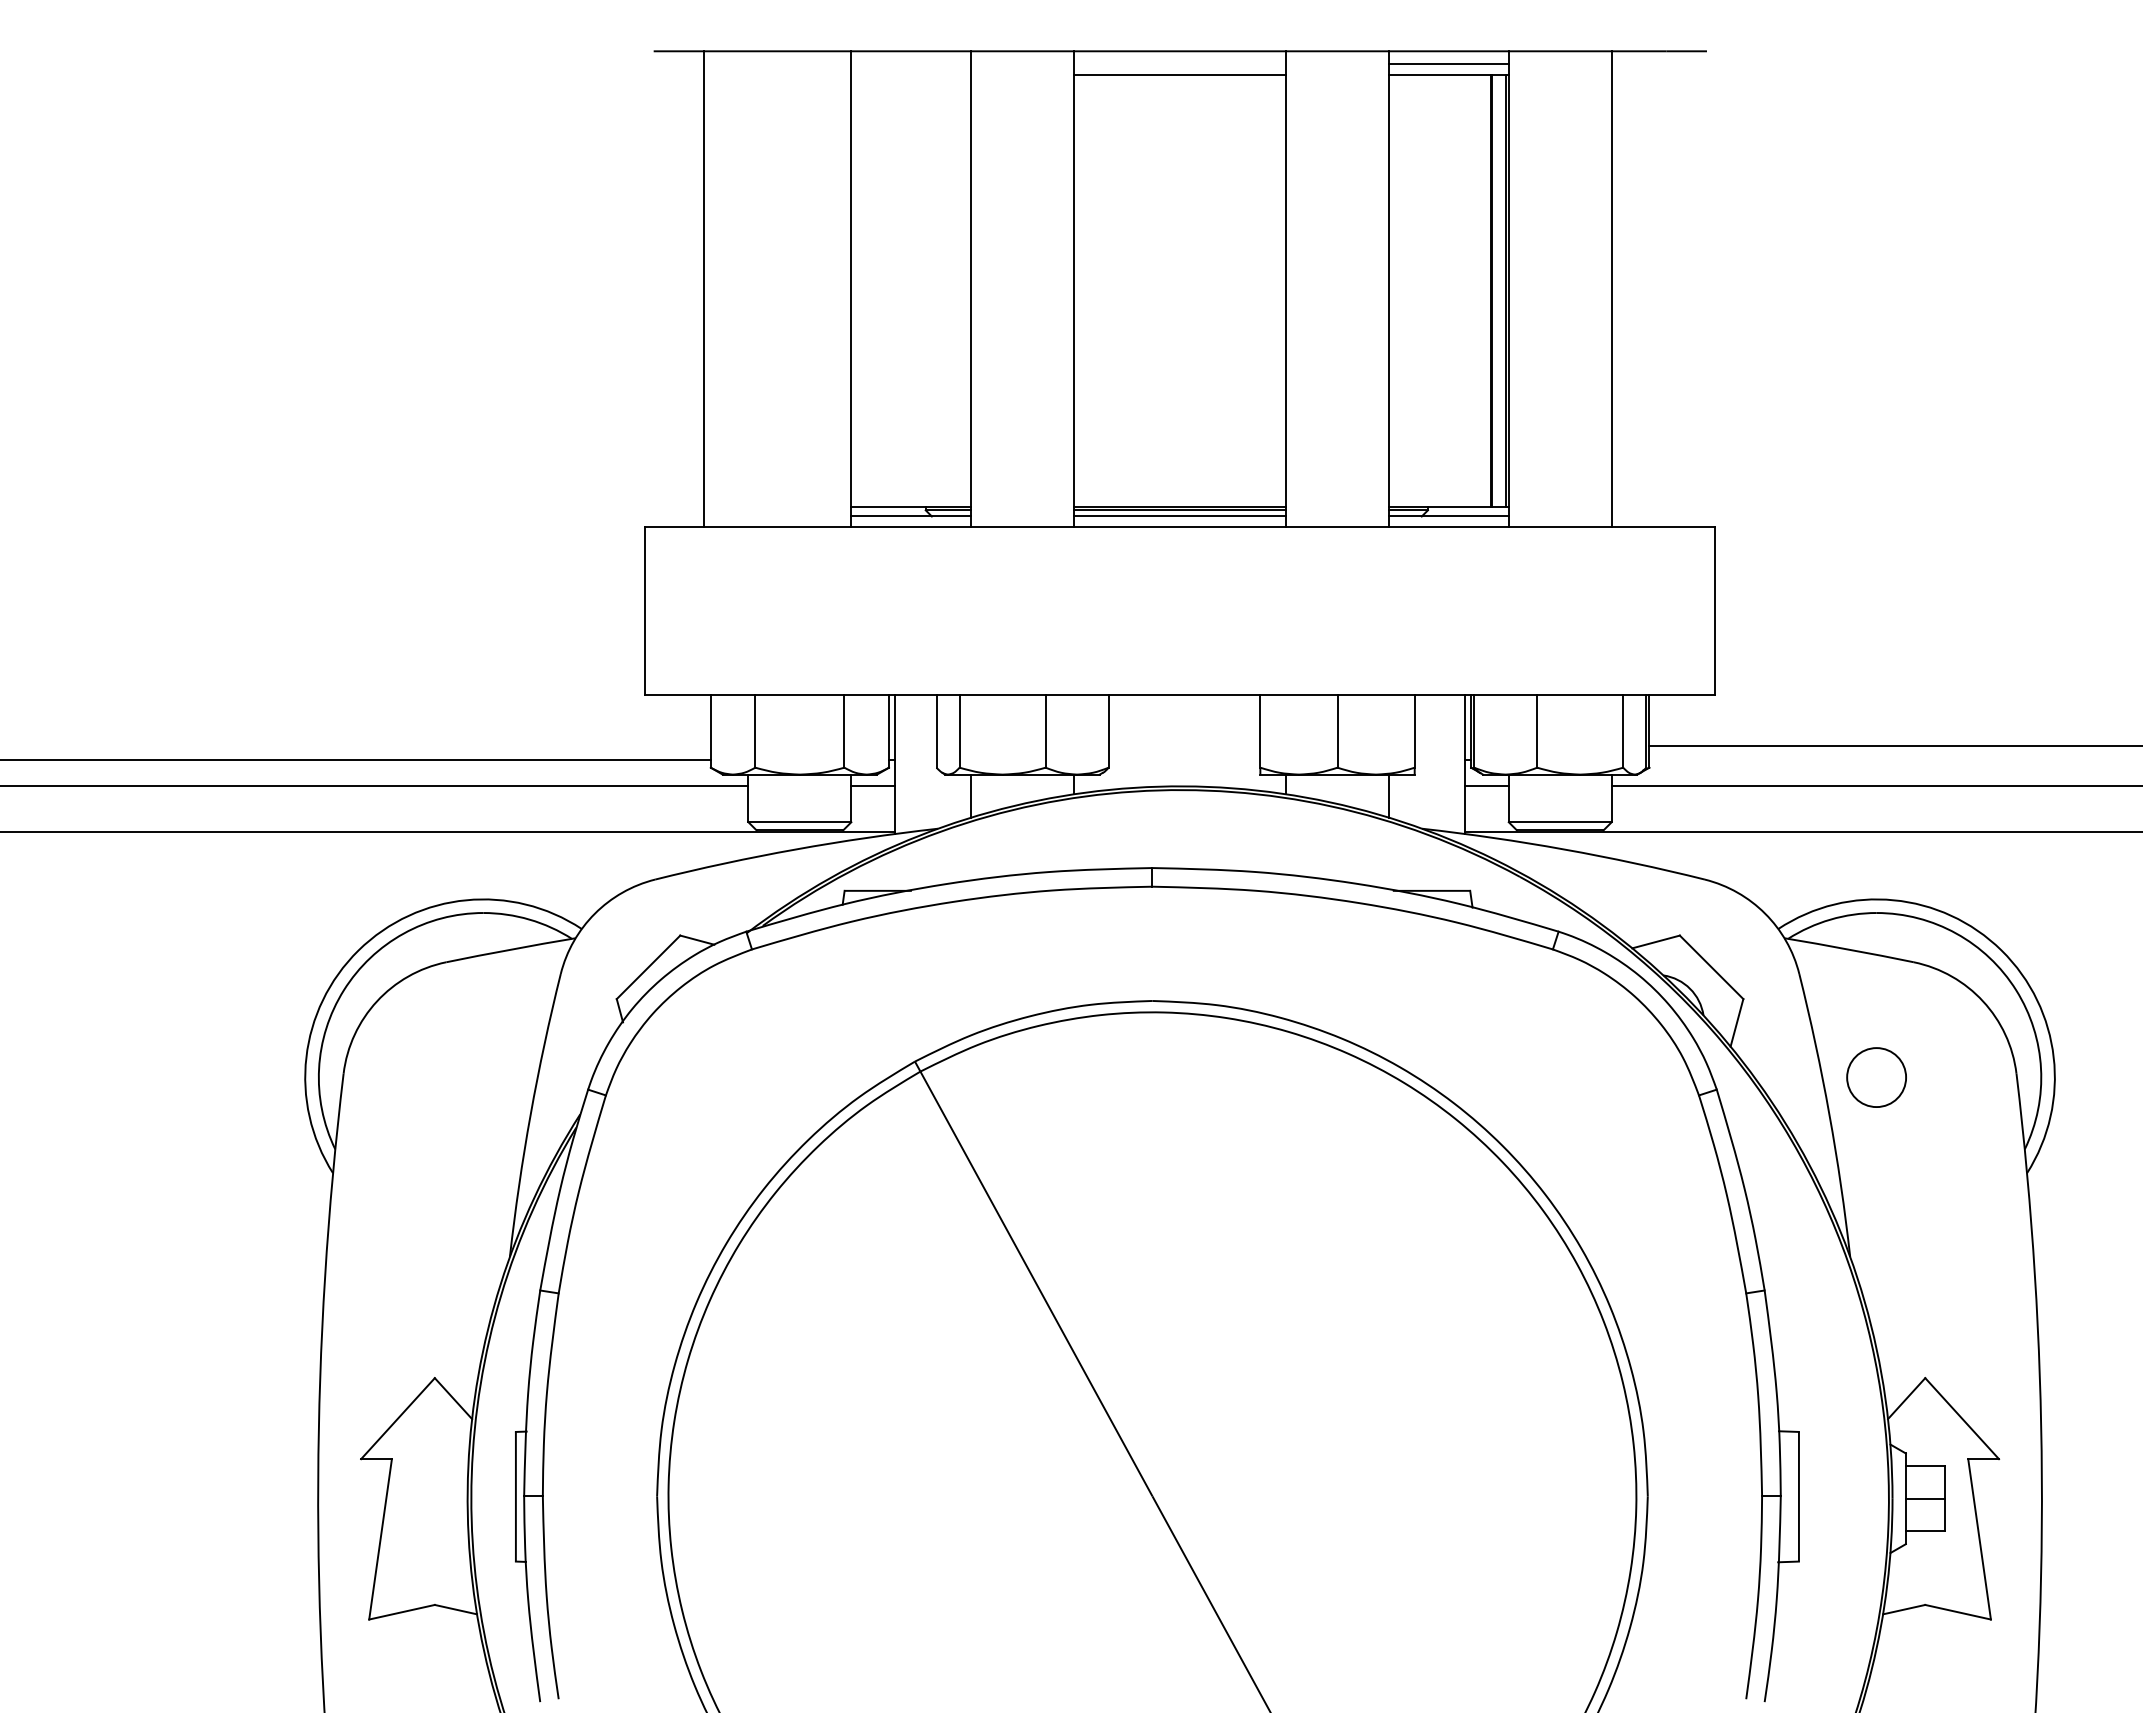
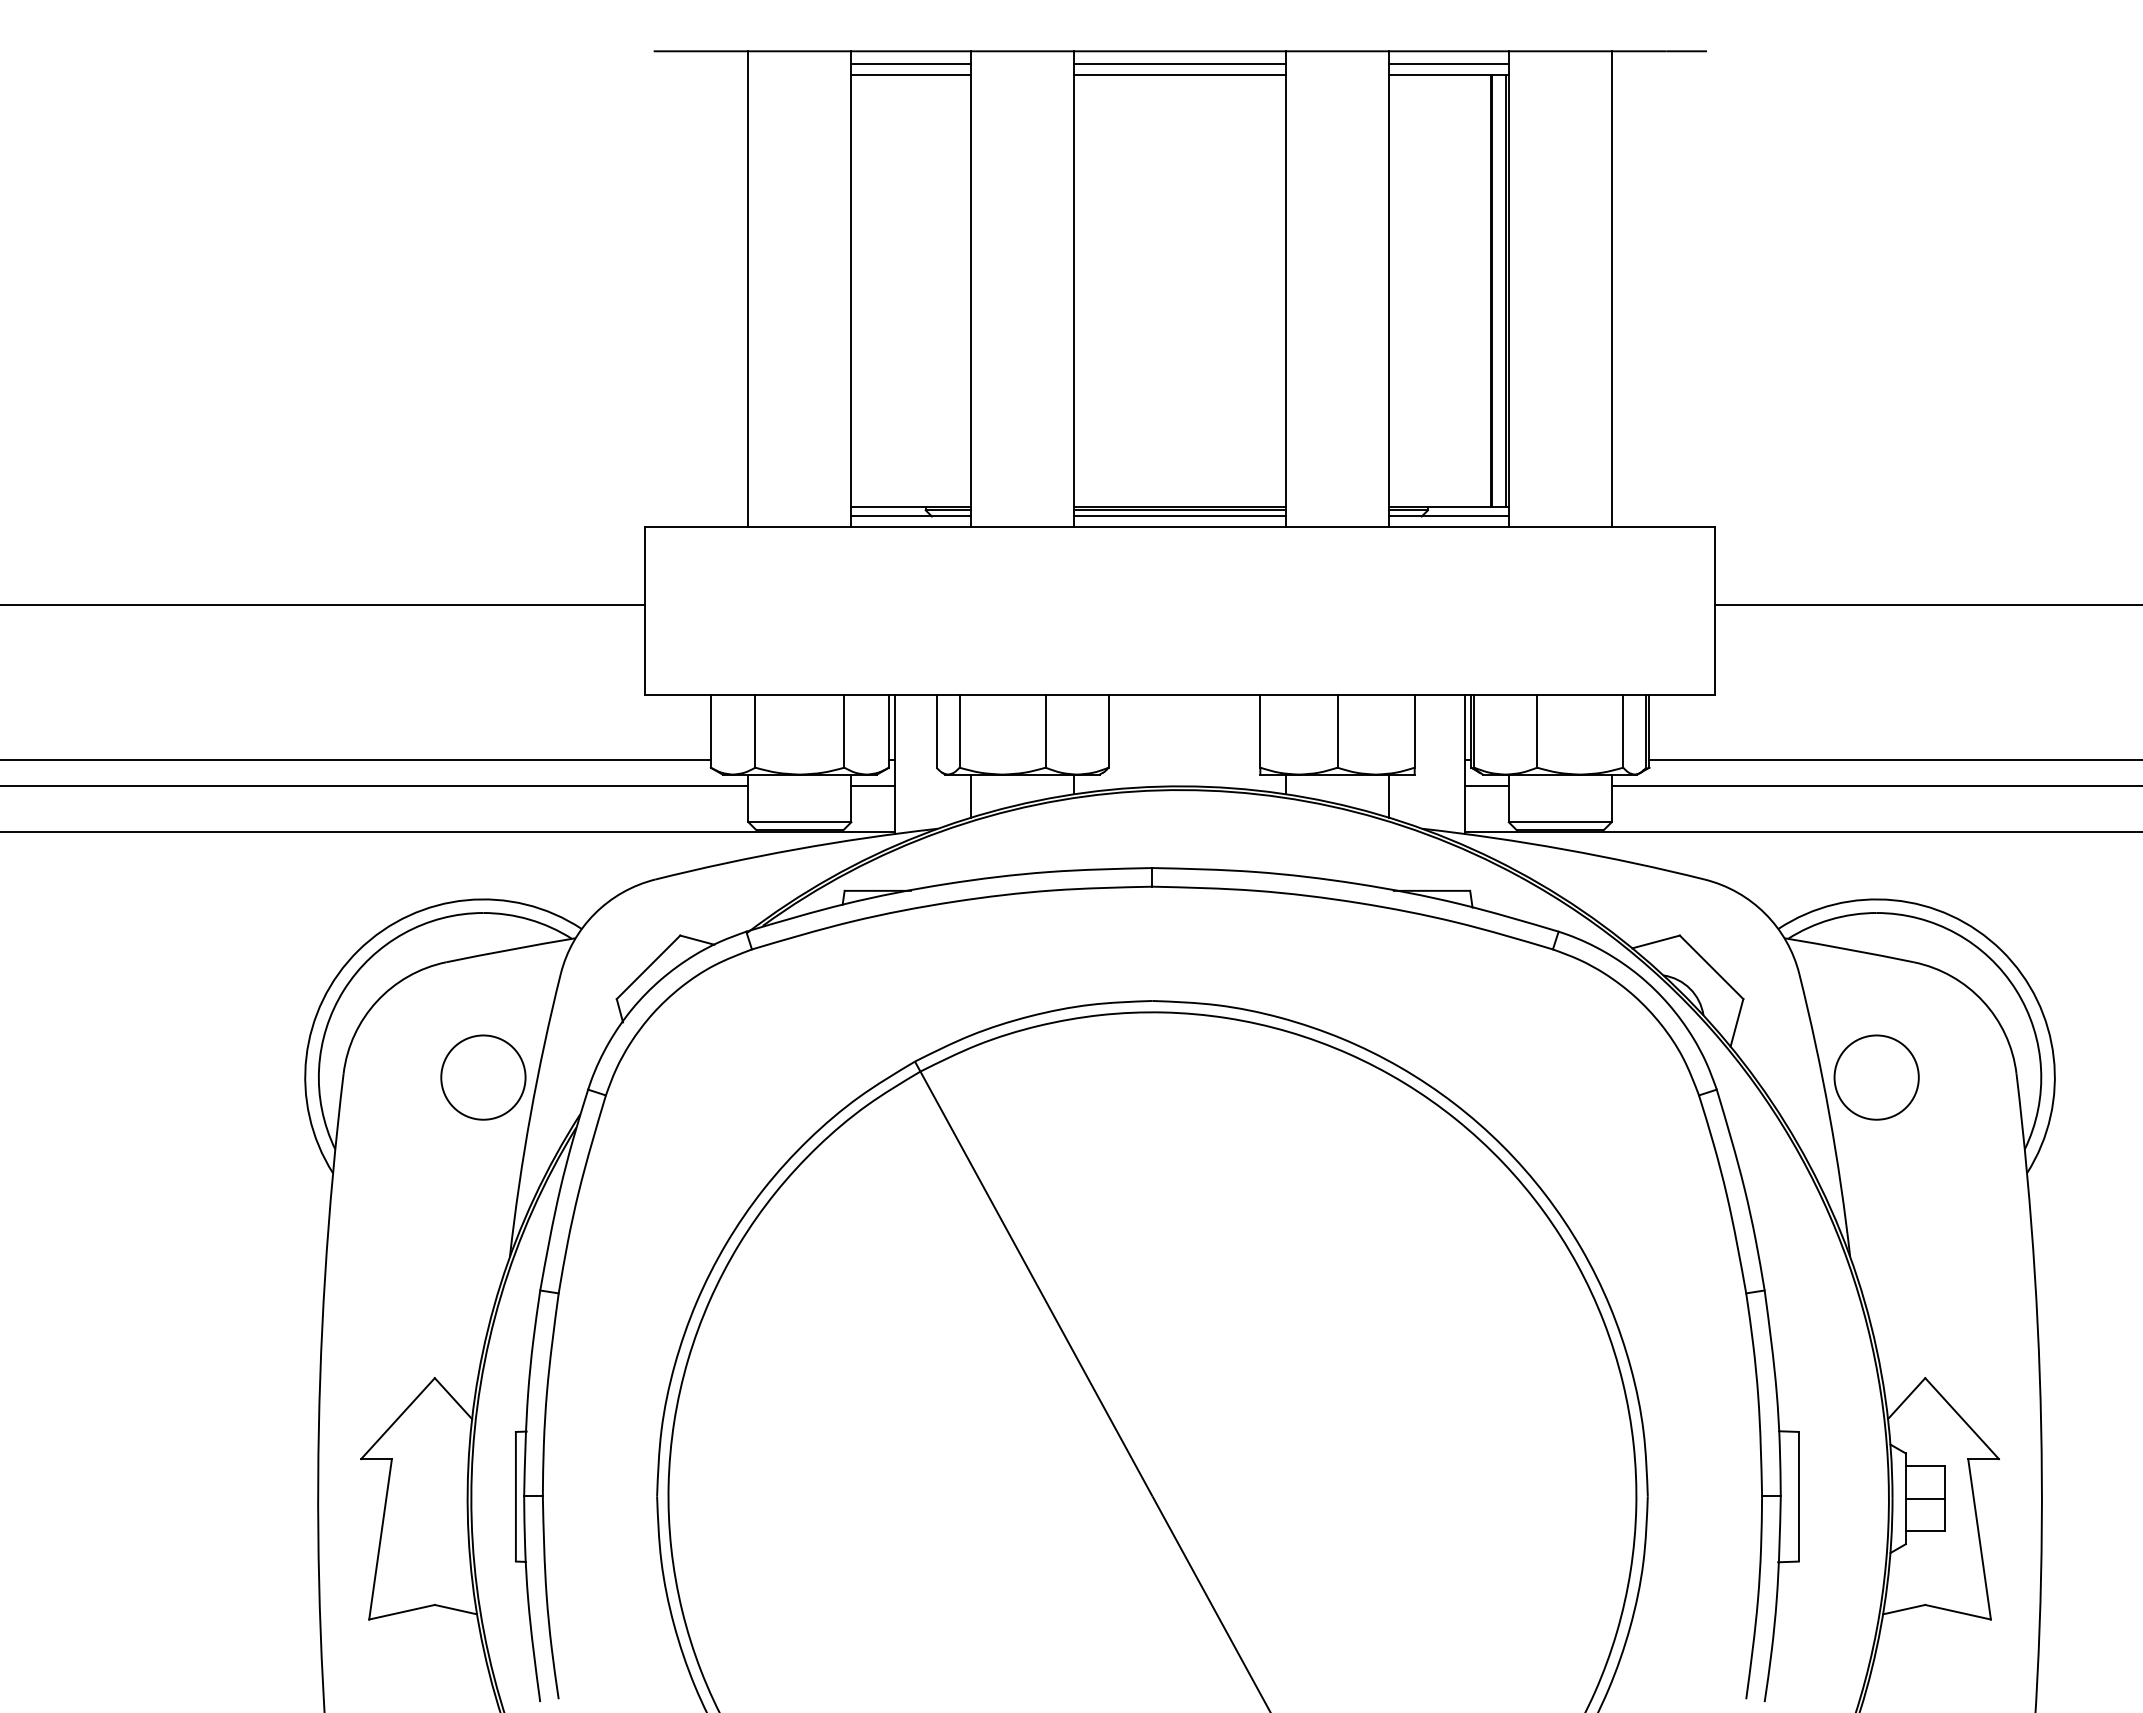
line at (911, 64): none -> present
line at (1180, 64): none -> present
line at (911, 74): none -> present
line at (704, 288) position: (704, 288) -> (748, 288)
line at (323, 604): none -> present
line at (1926, 604): none -> present
line at (1894, 746) position: (1894, 746) -> (1894, 760)
circle at (483, 1077): none -> present
circle at (1876, 1077) size: 61x61 px -> 87x87 px
